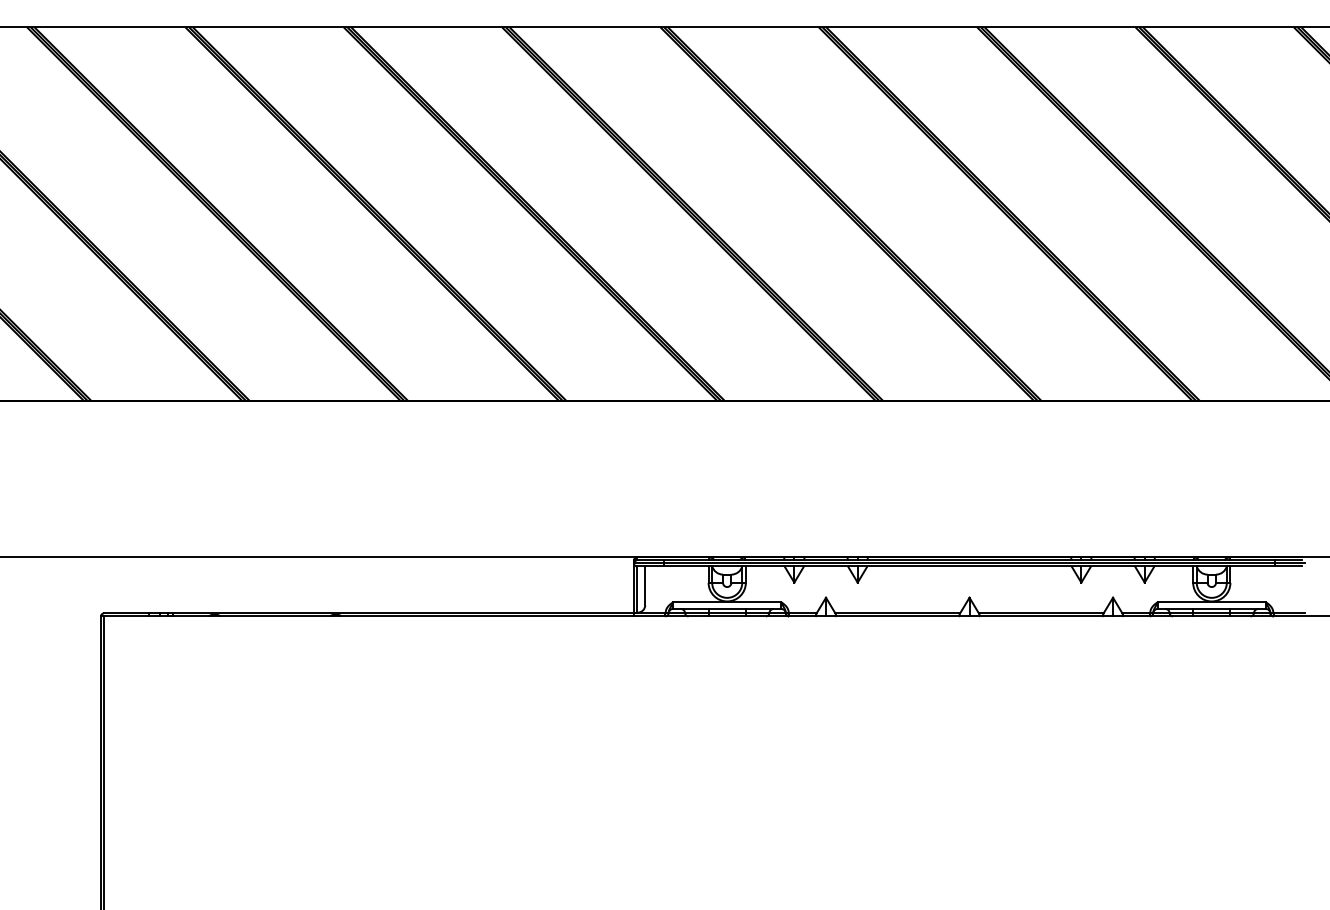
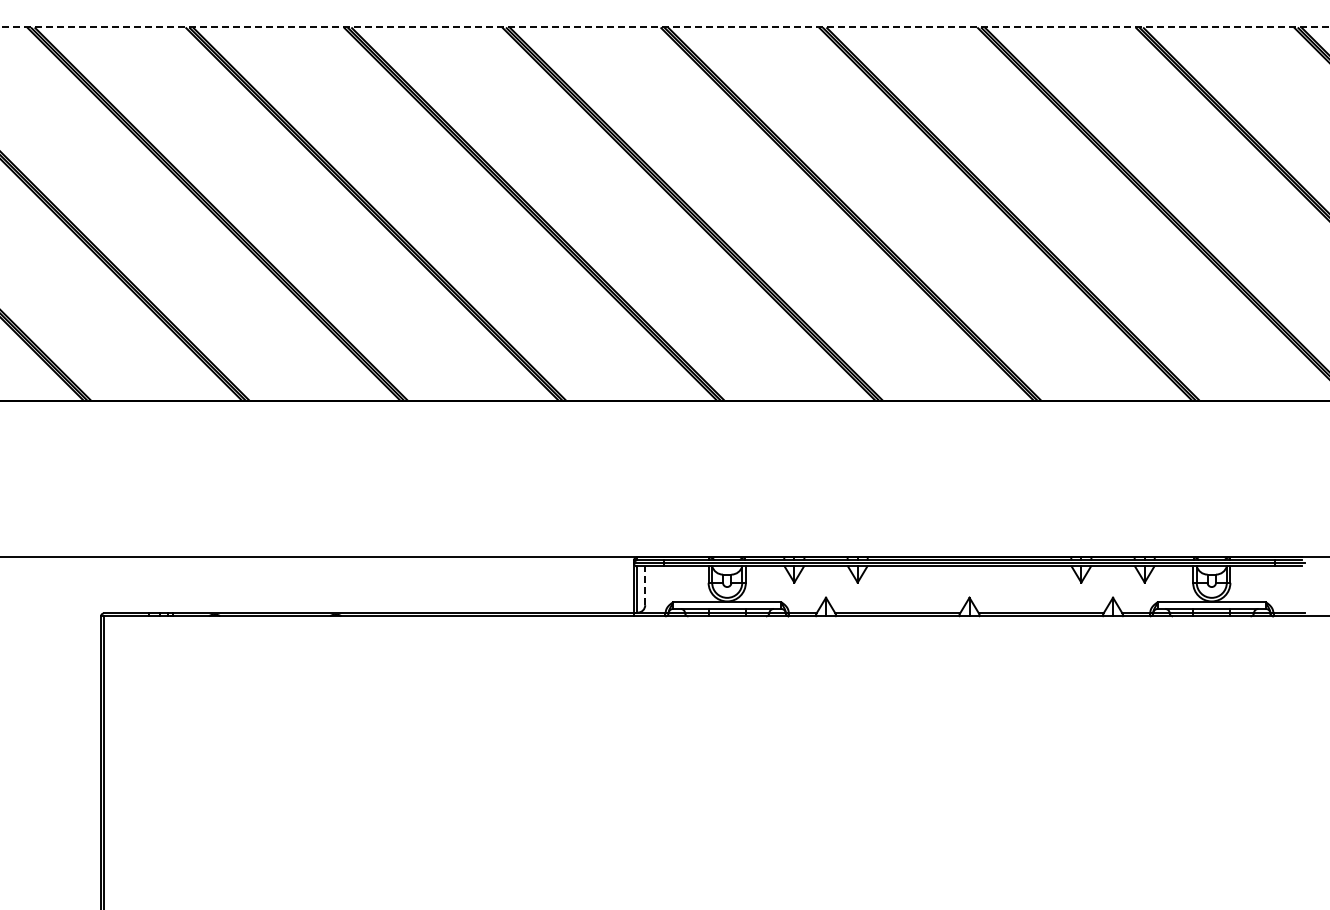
line at (666, 27): solid -> dashed
line at (645, 585): solid -> dashed
